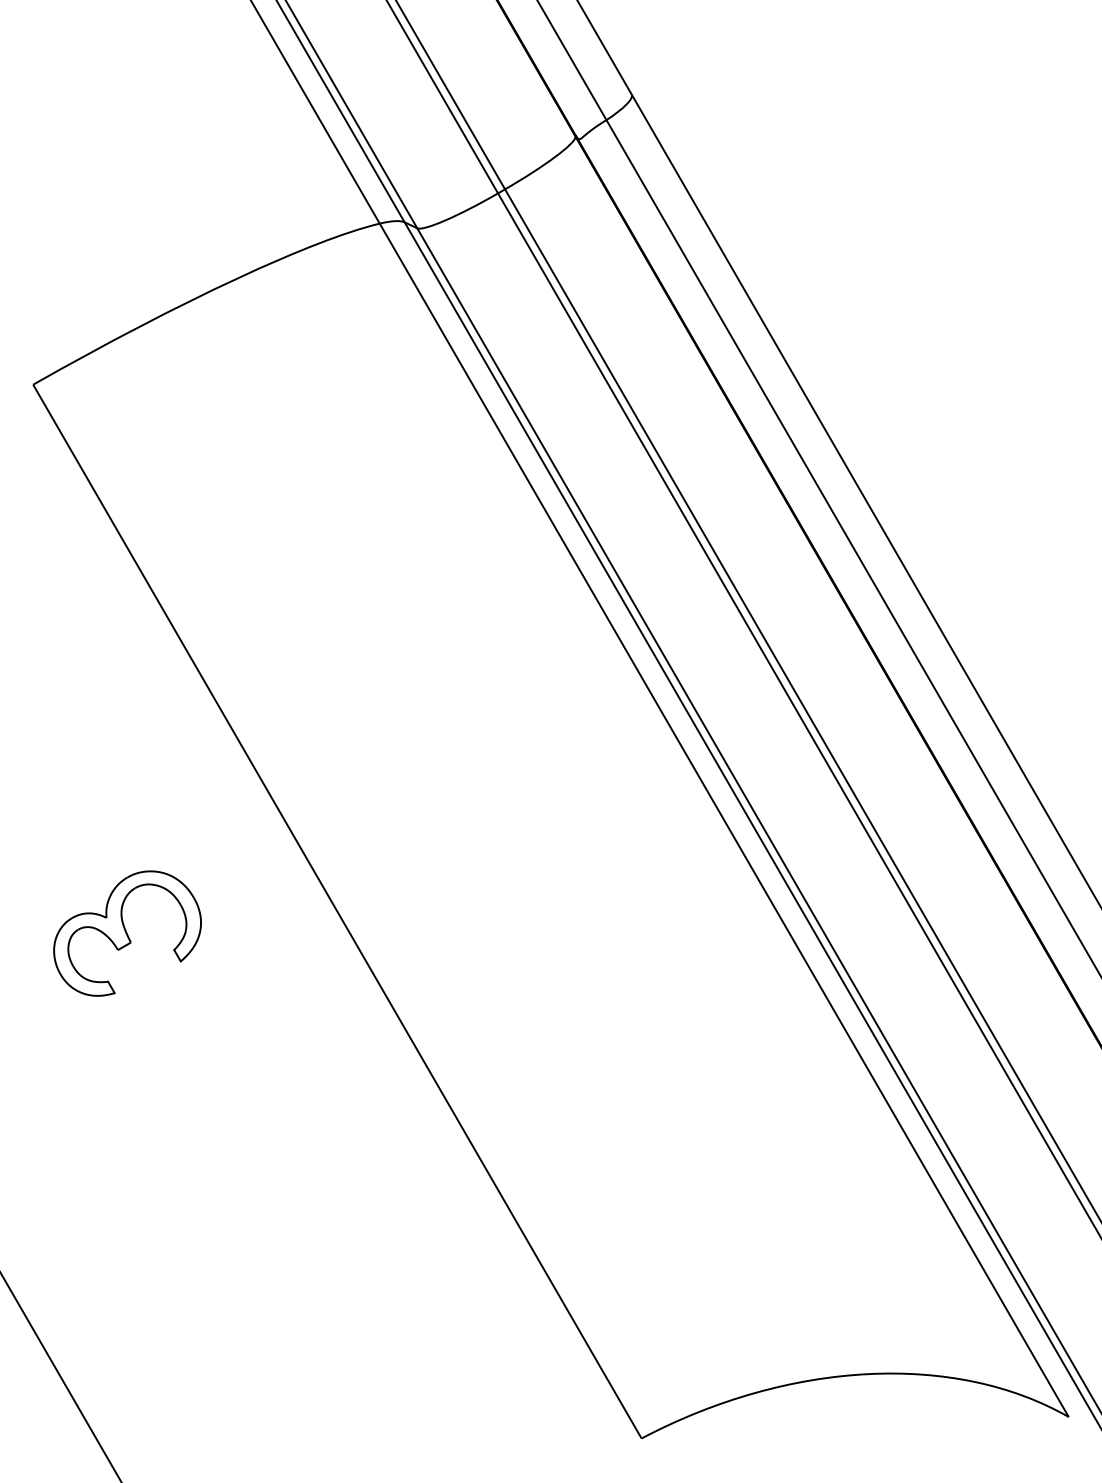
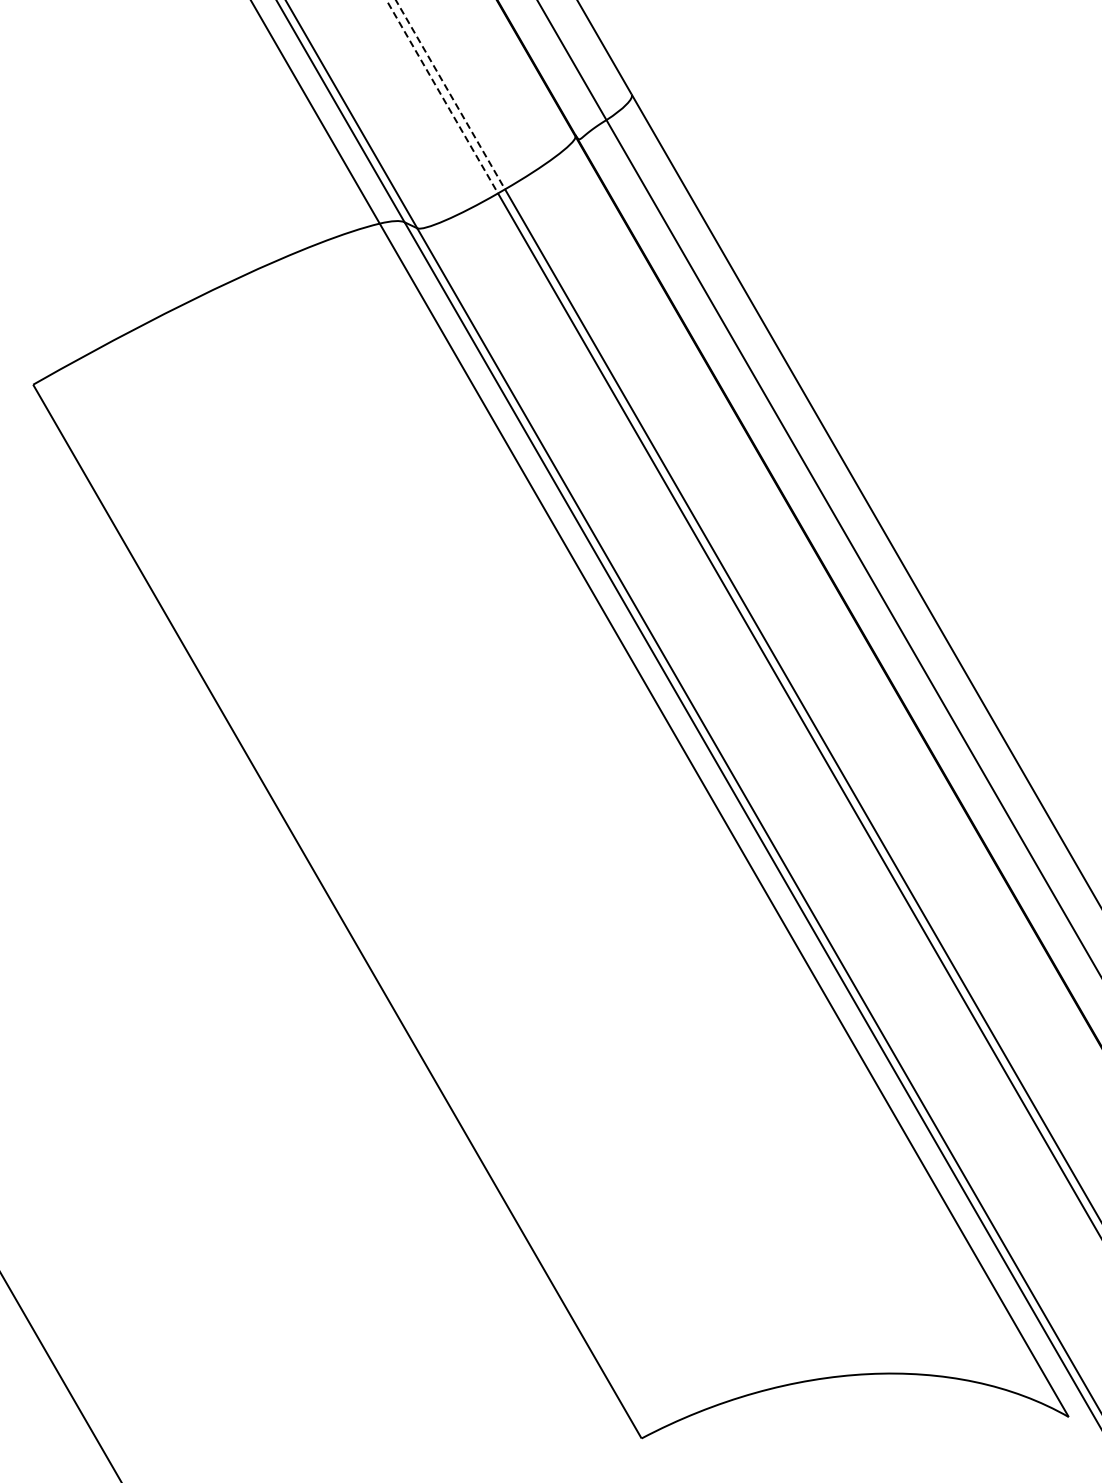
line at (450, 95): solid -> dashed
line at (442, 97): solid -> dashed
part at (127, 933): present -> none
